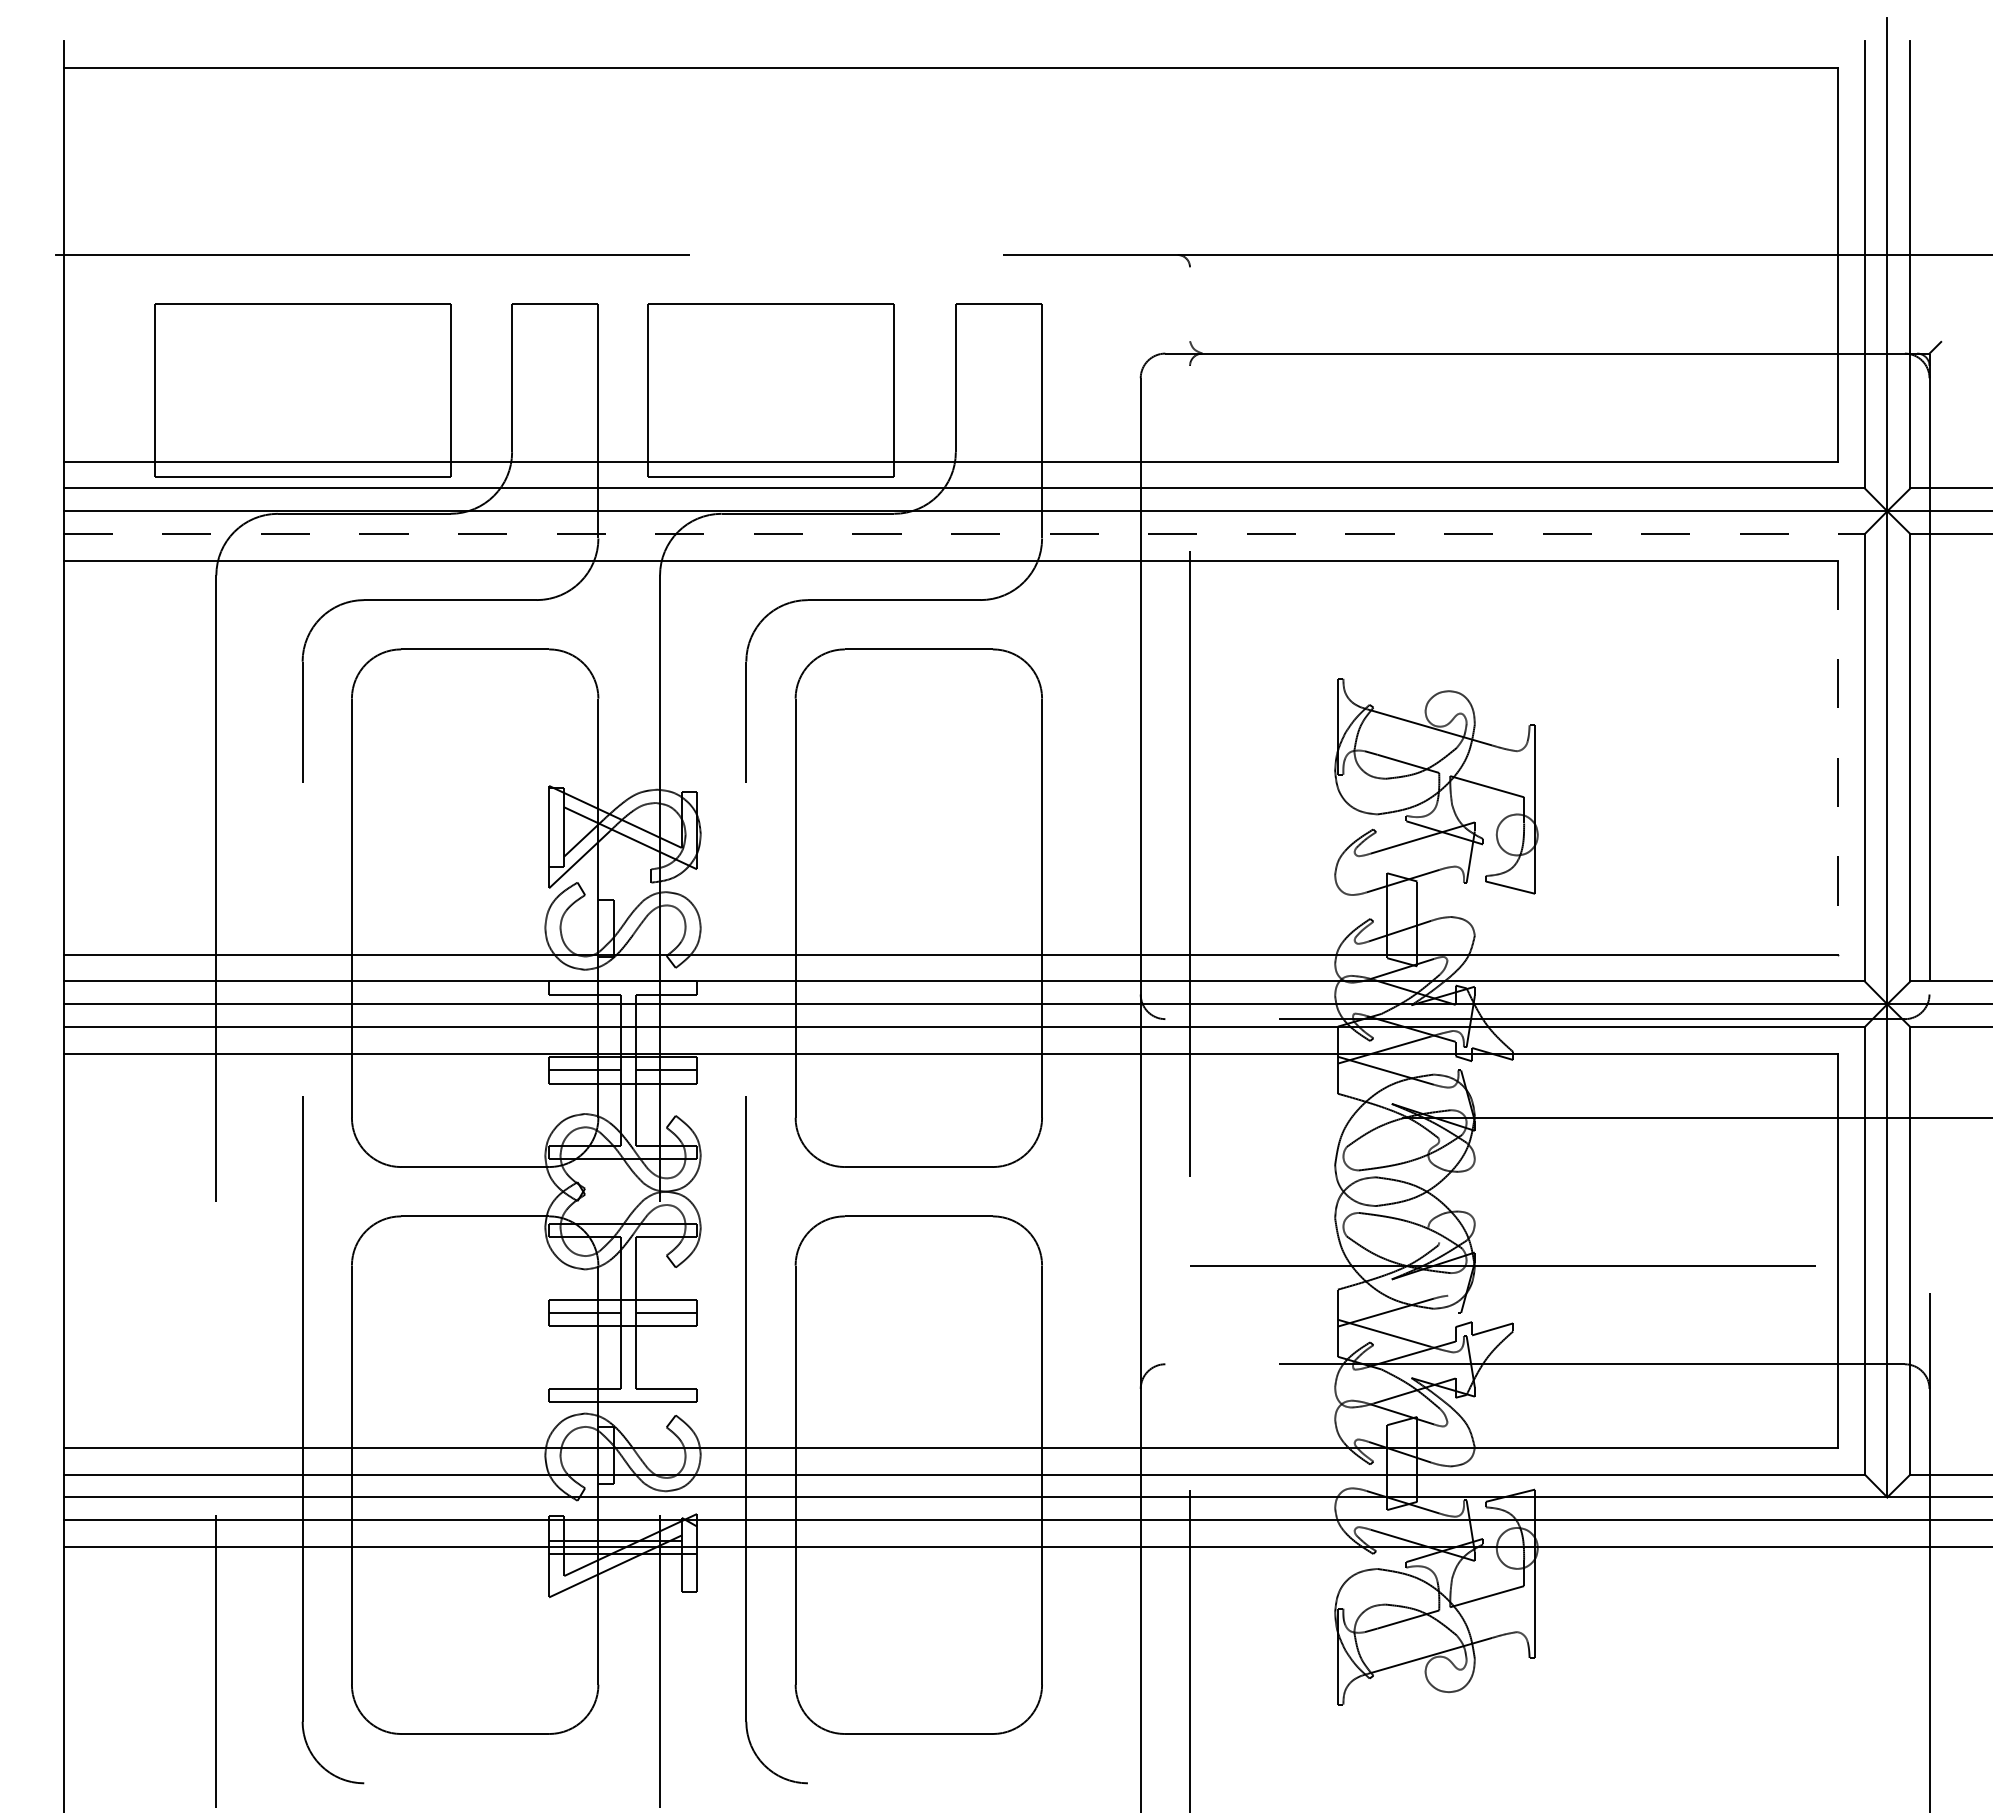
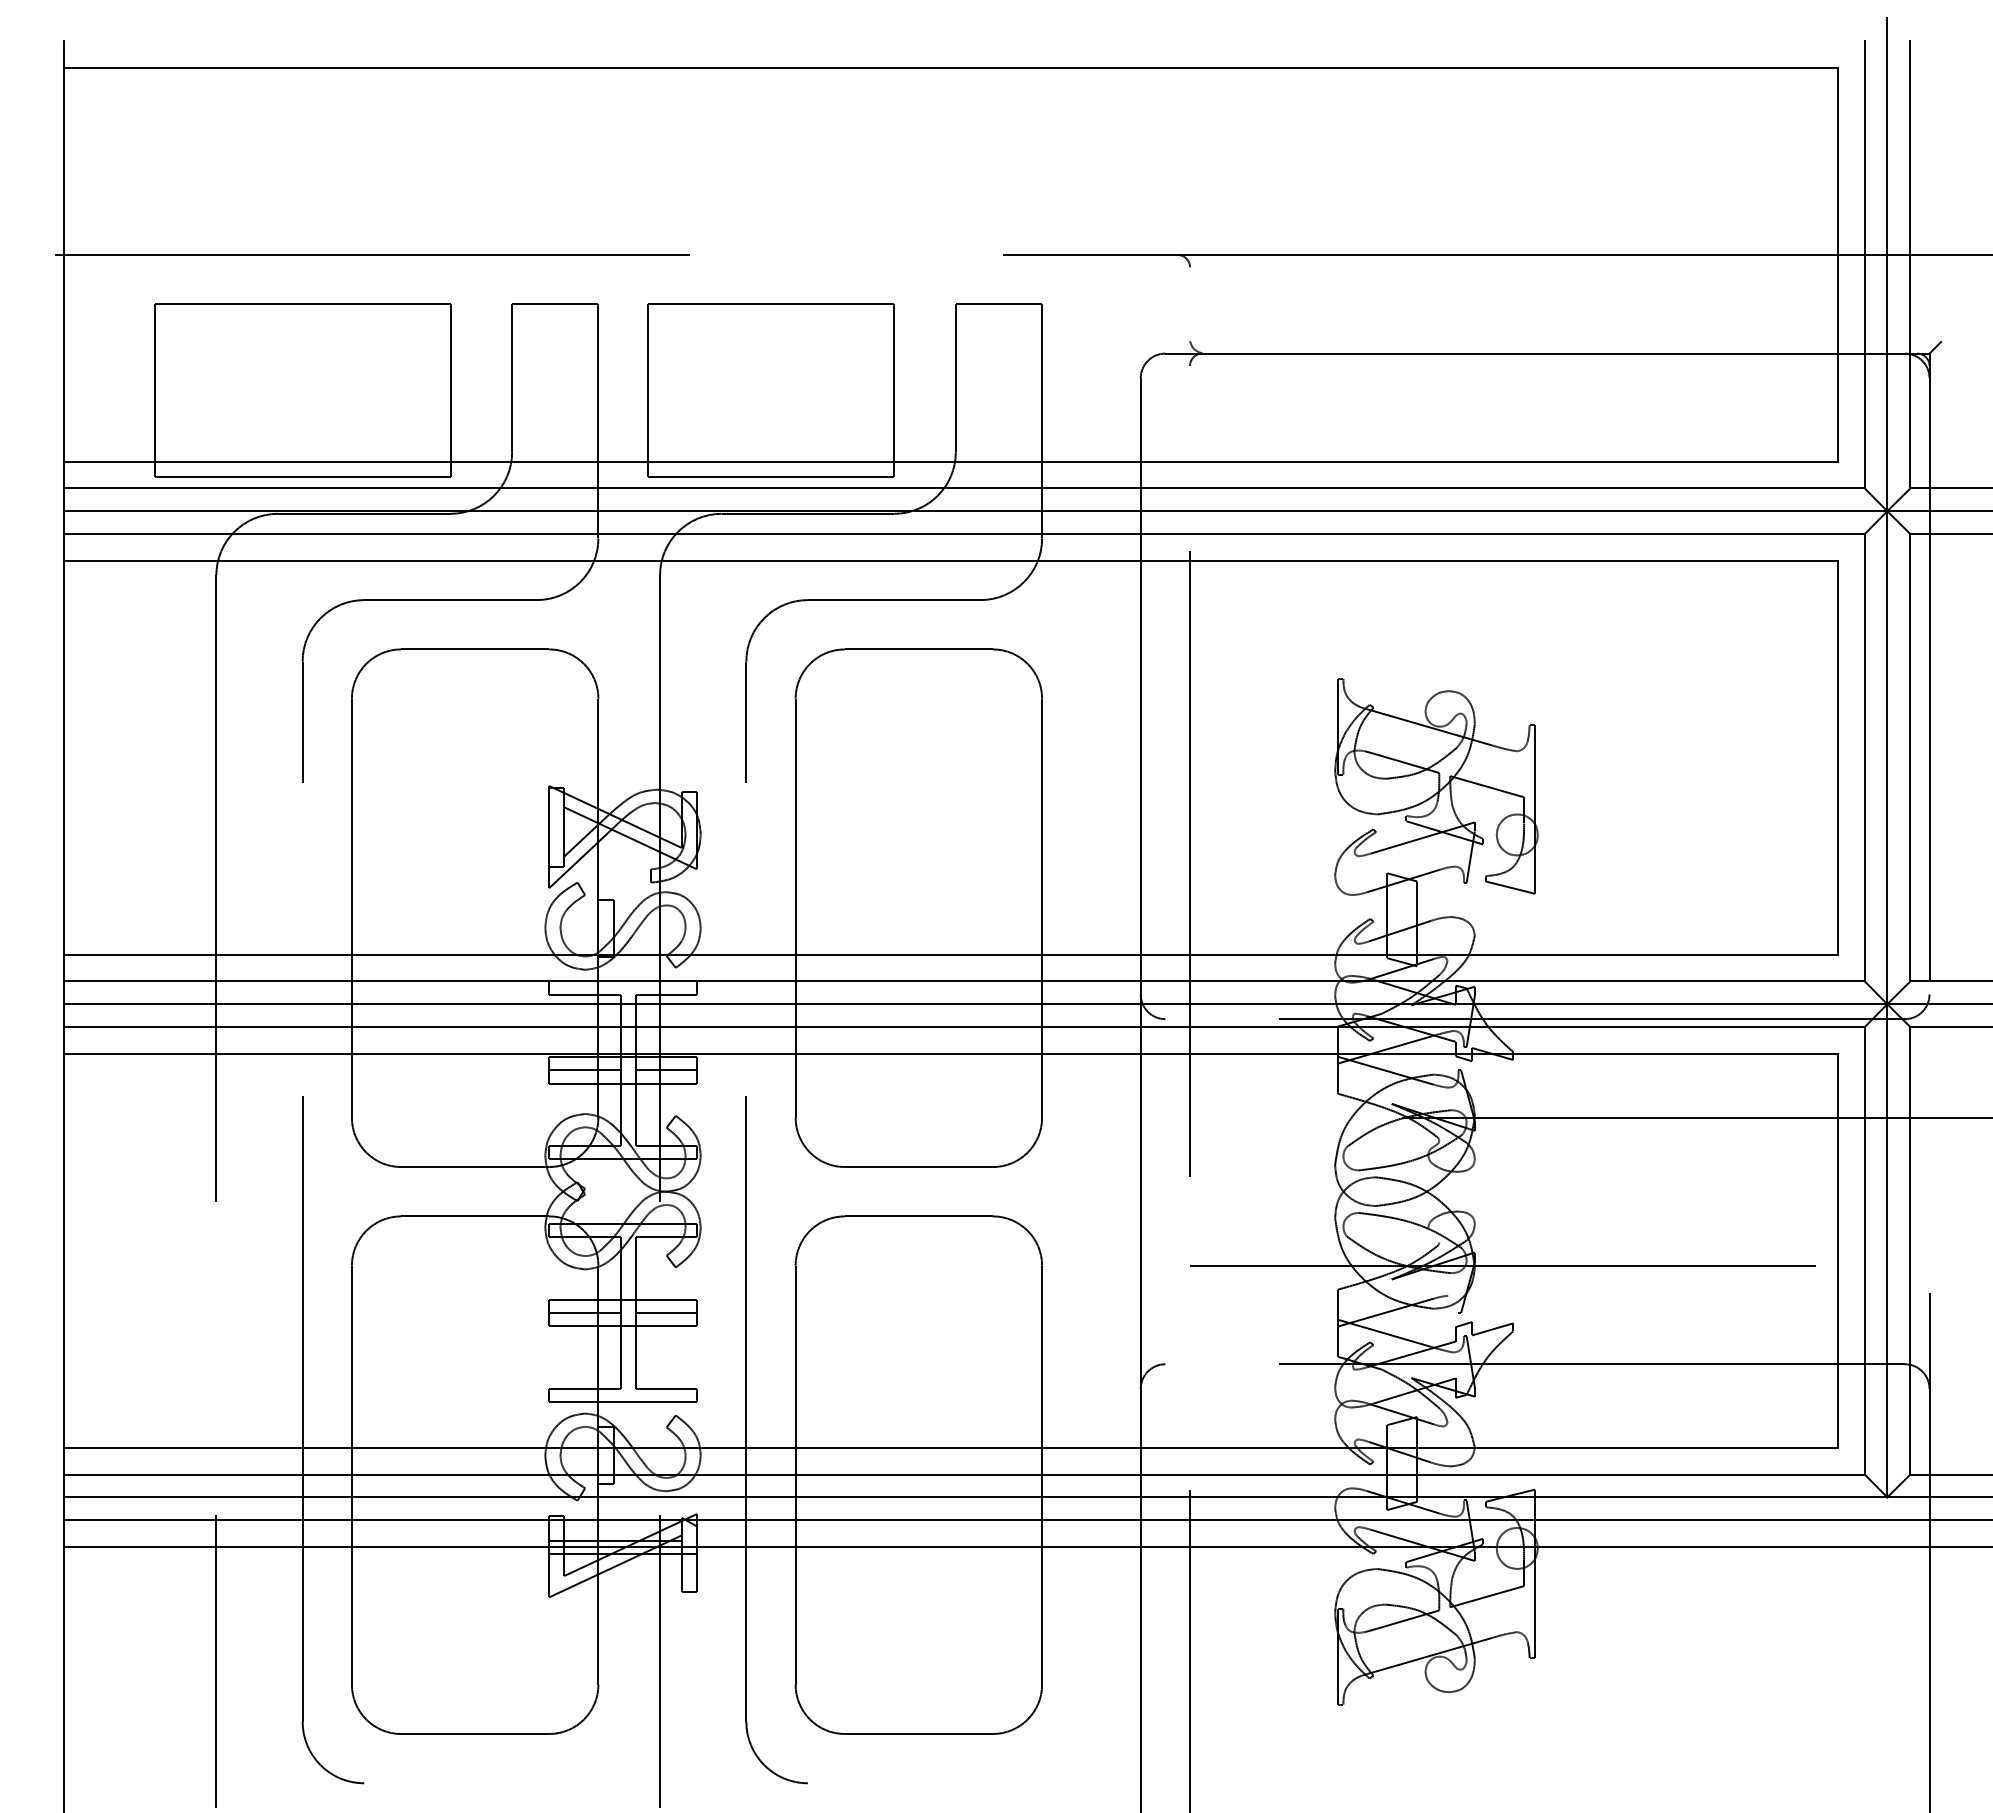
line at (964, 534): dashed -> solid
line at (1838, 758): dashed -> solid
